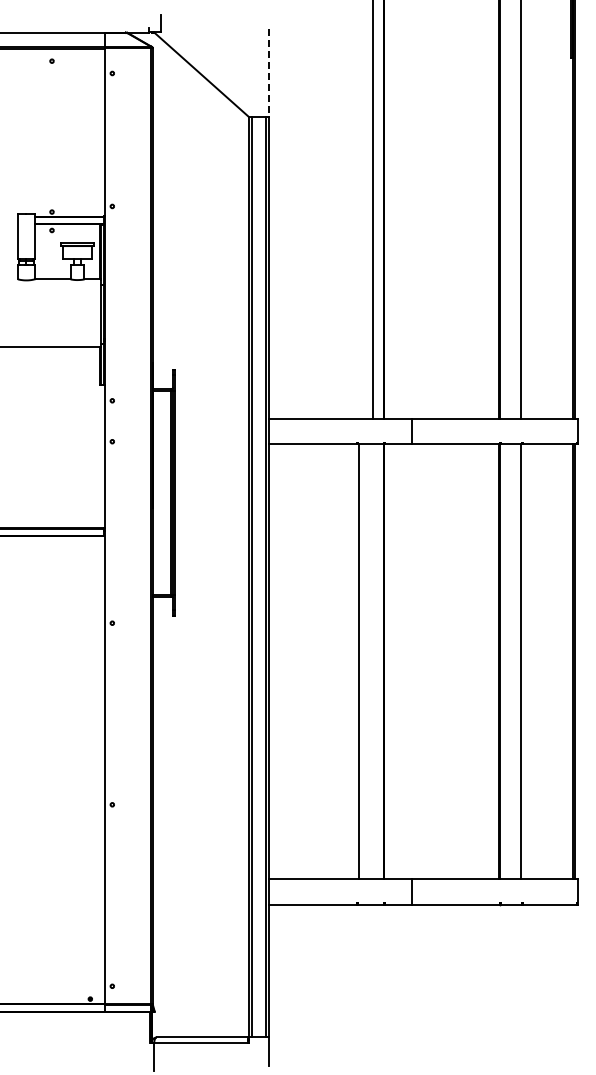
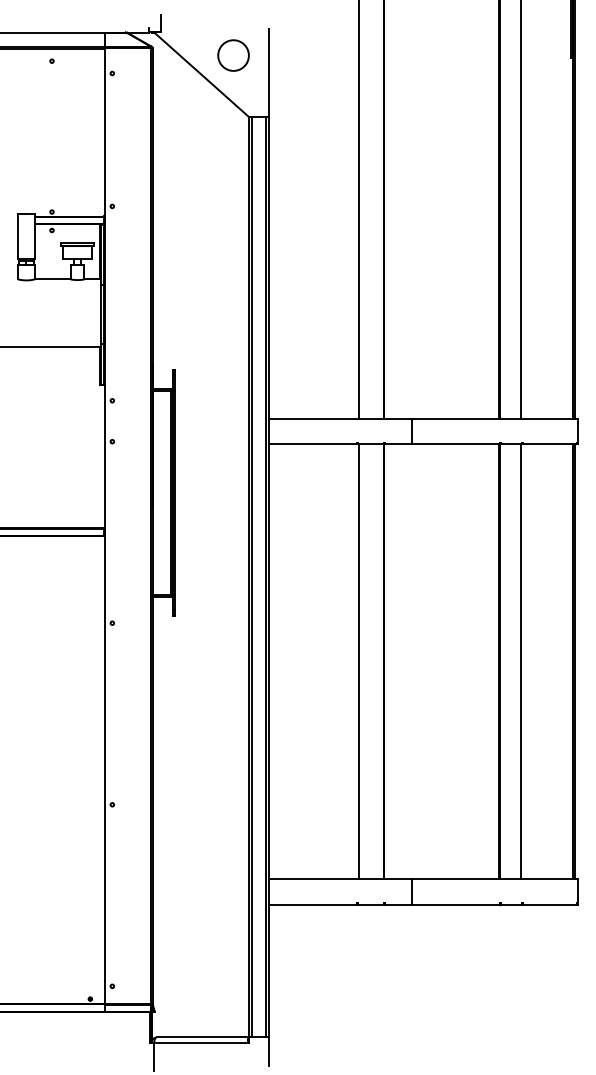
circle at (233, 55): none -> present
line at (269, 72): dashed -> solid
line at (372, 210) position: (372, 210) -> (358, 210)
